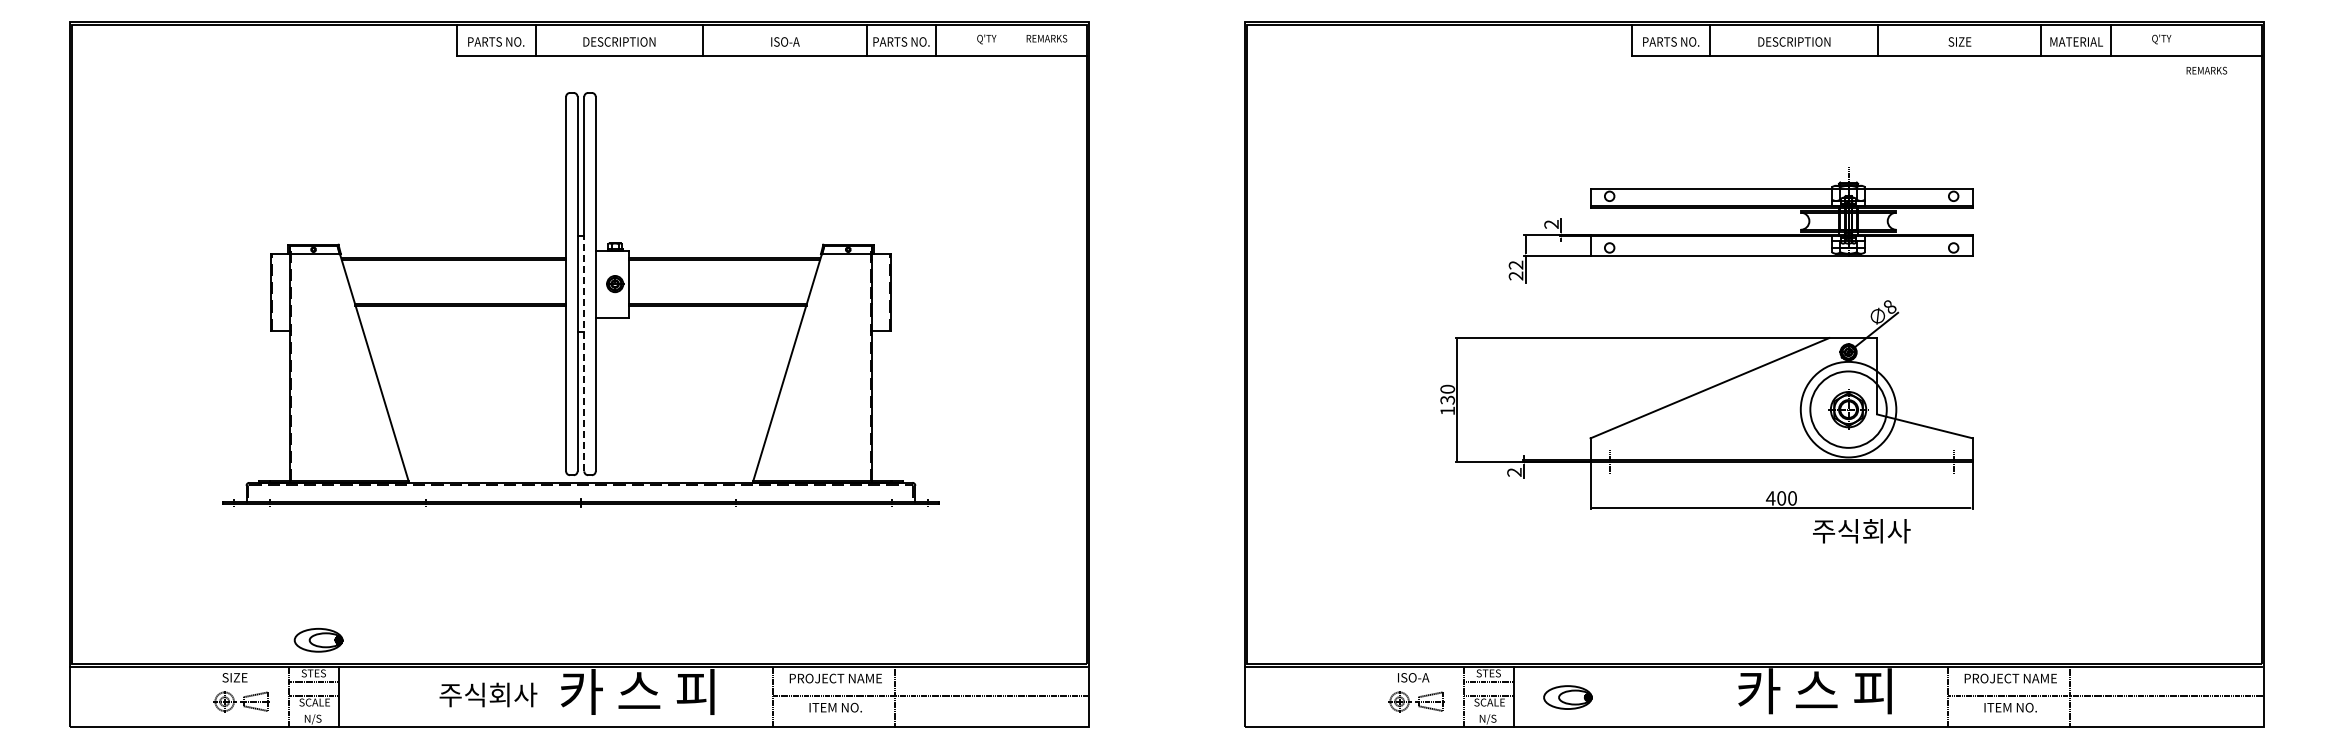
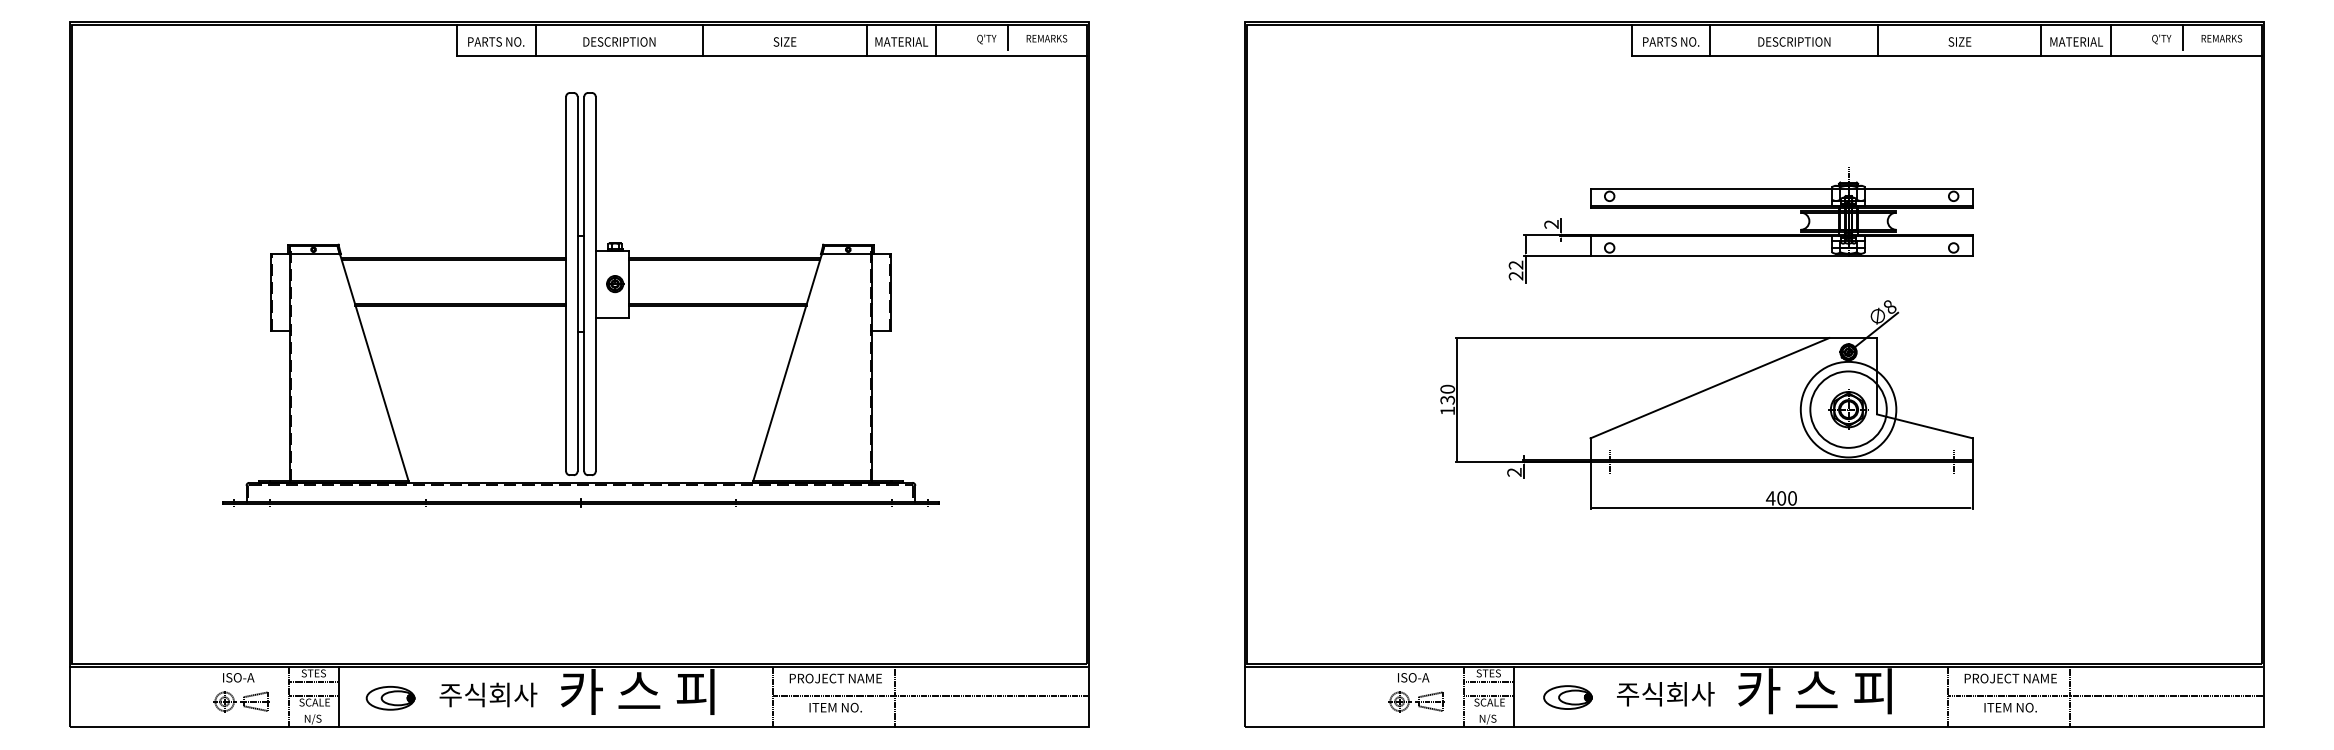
line at (1008, 37): none -> present
line at (2183, 37): none -> present
text at (785, 41): ISO-A -> SIZE
text at (901, 41): PARTS NO. -> MATERIAL
text at (2206, 70) position: (2206, 70) -> (2221, 38)
line at (584, 353): dashed -> solid
text at (1861, 531) position: (1861, 531) -> (1665, 694)
part at (318, 640) position: (318, 640) -> (390, 698)
text at (238, 677): SIZE -> ISO-A
